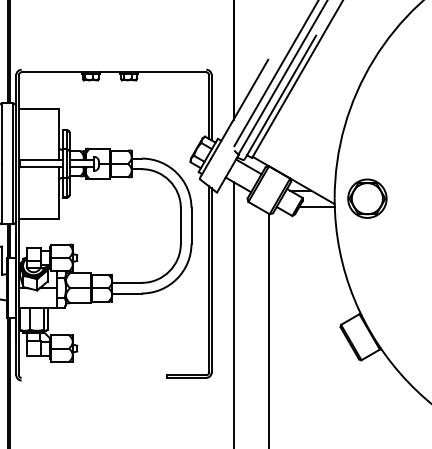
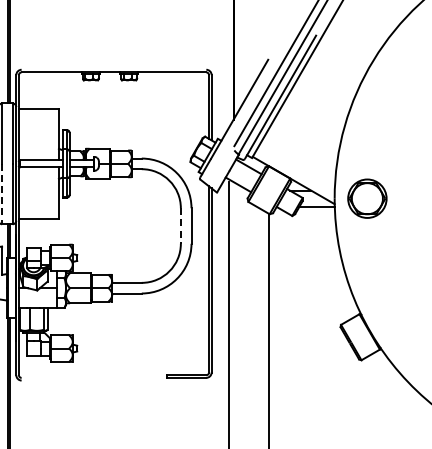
line at (2, 194): solid -> dashed
line at (180, 226): solid -> dashed
line at (233, 313) position: (233, 313) -> (228, 313)
